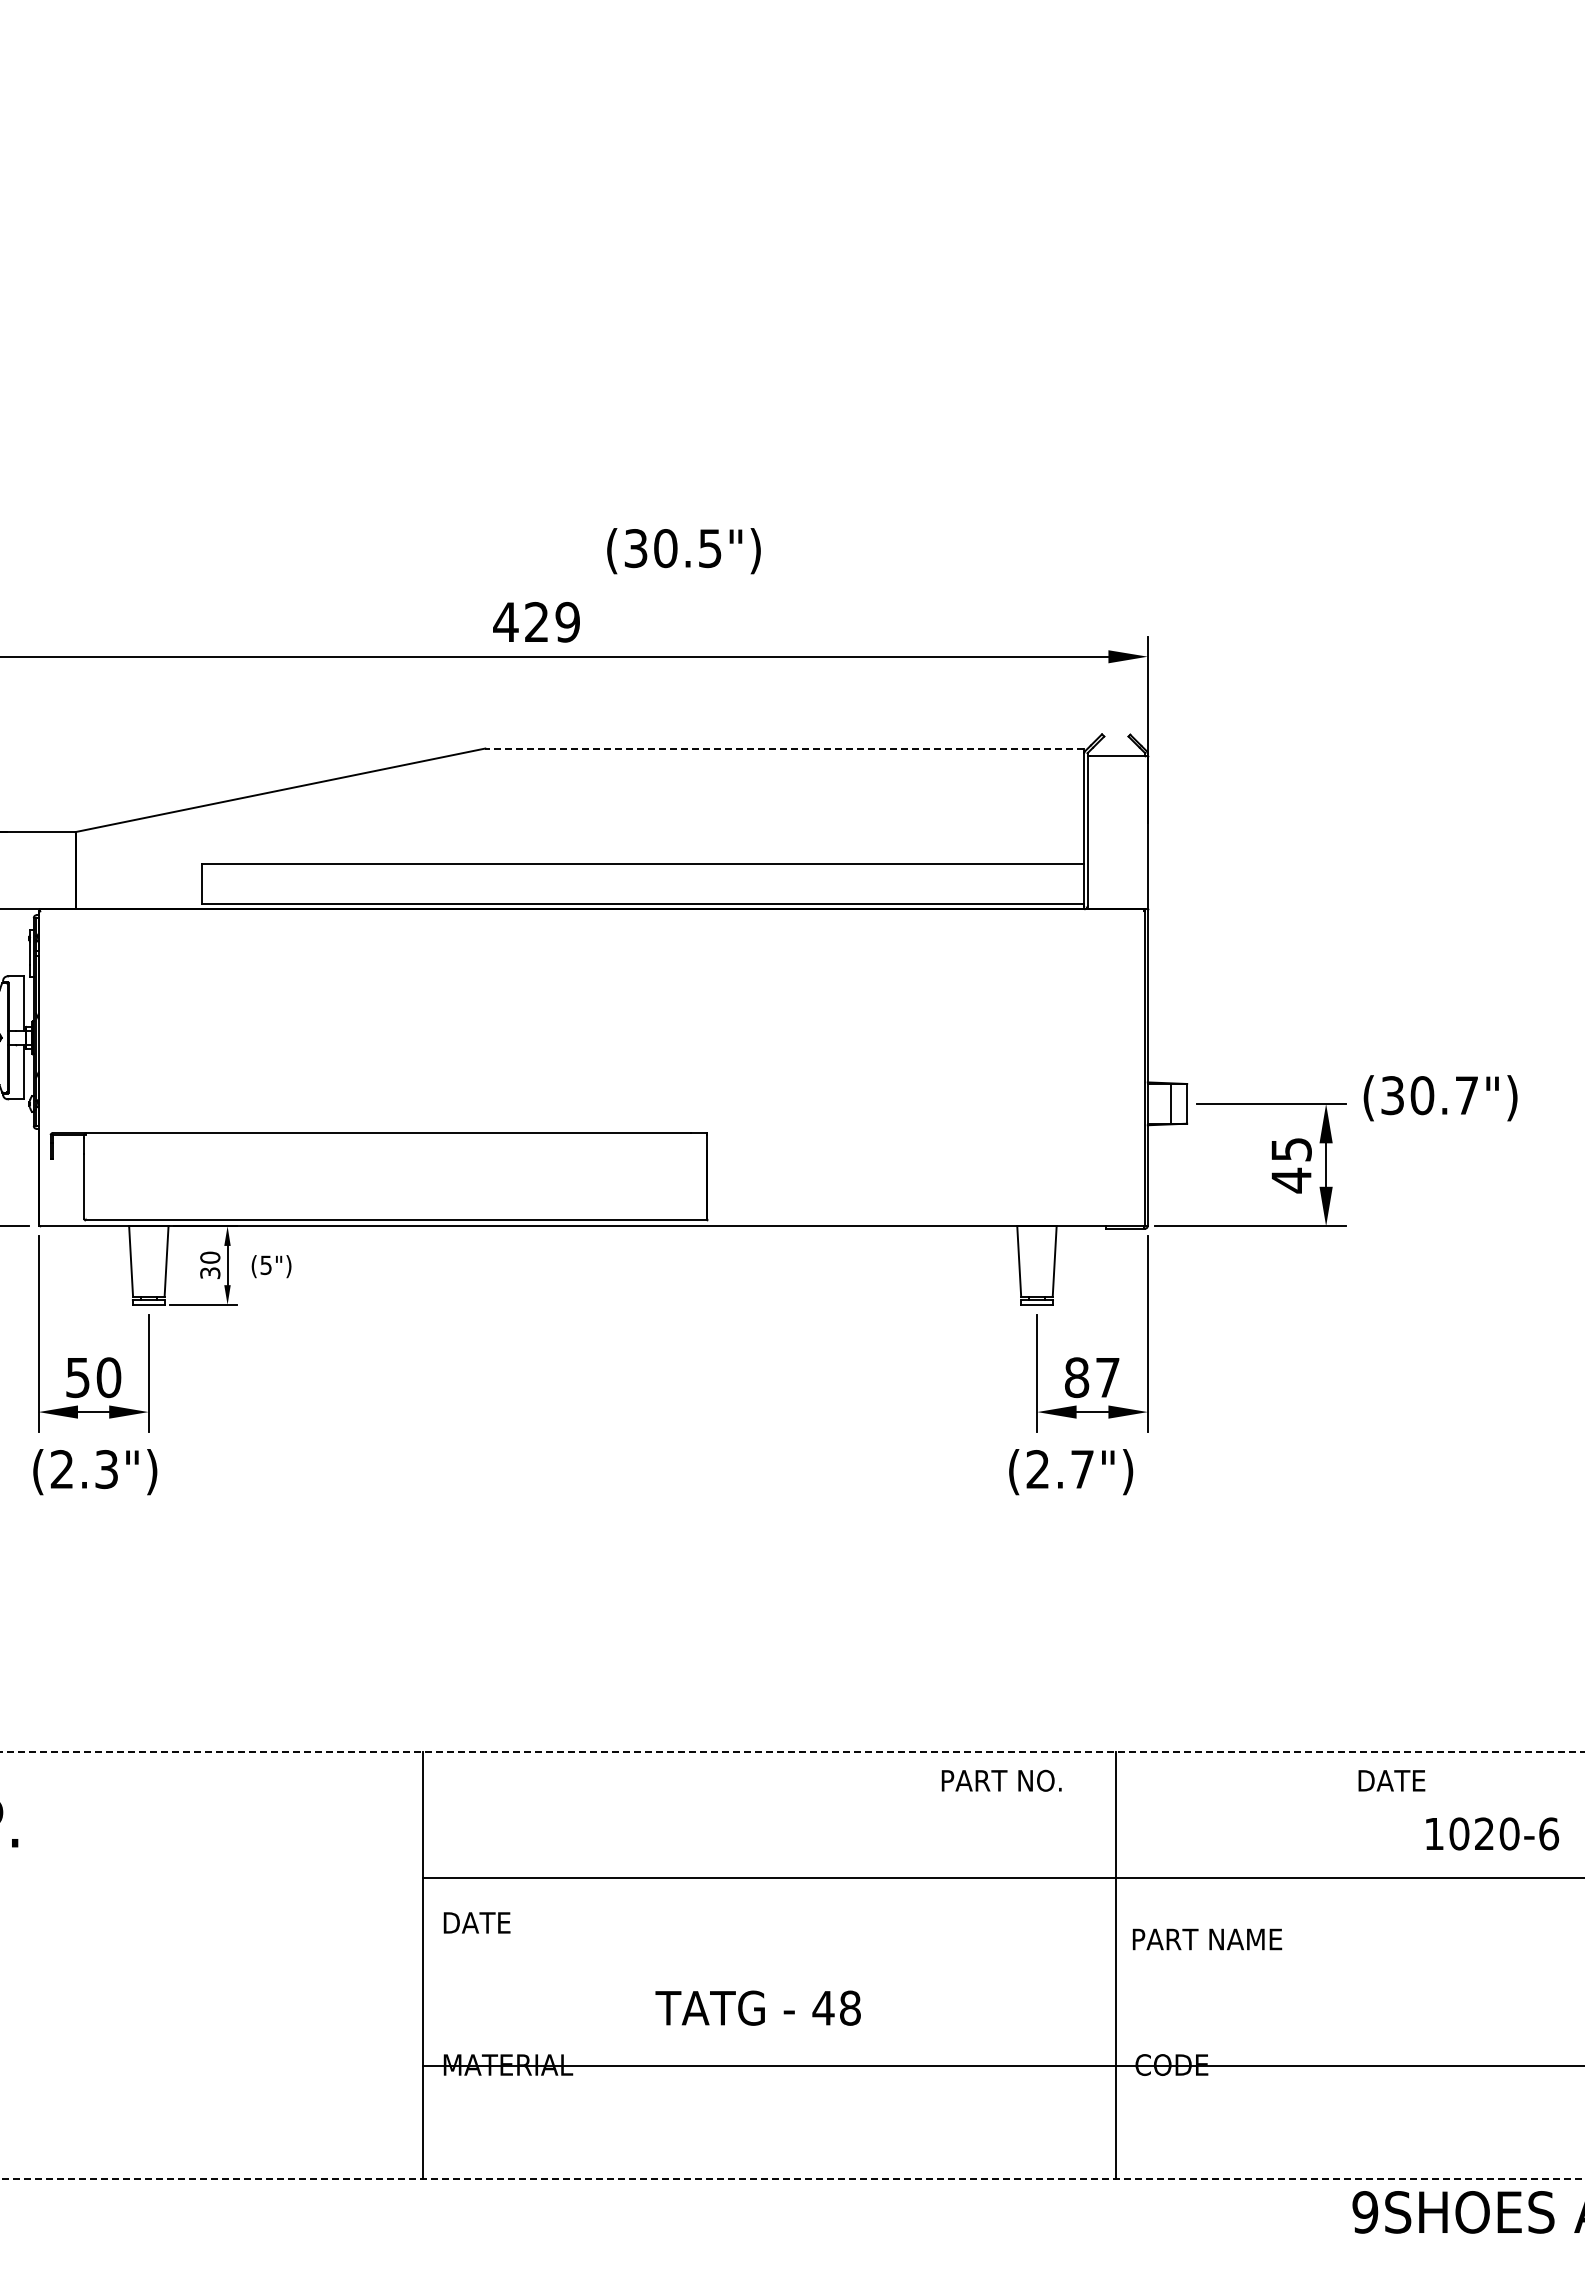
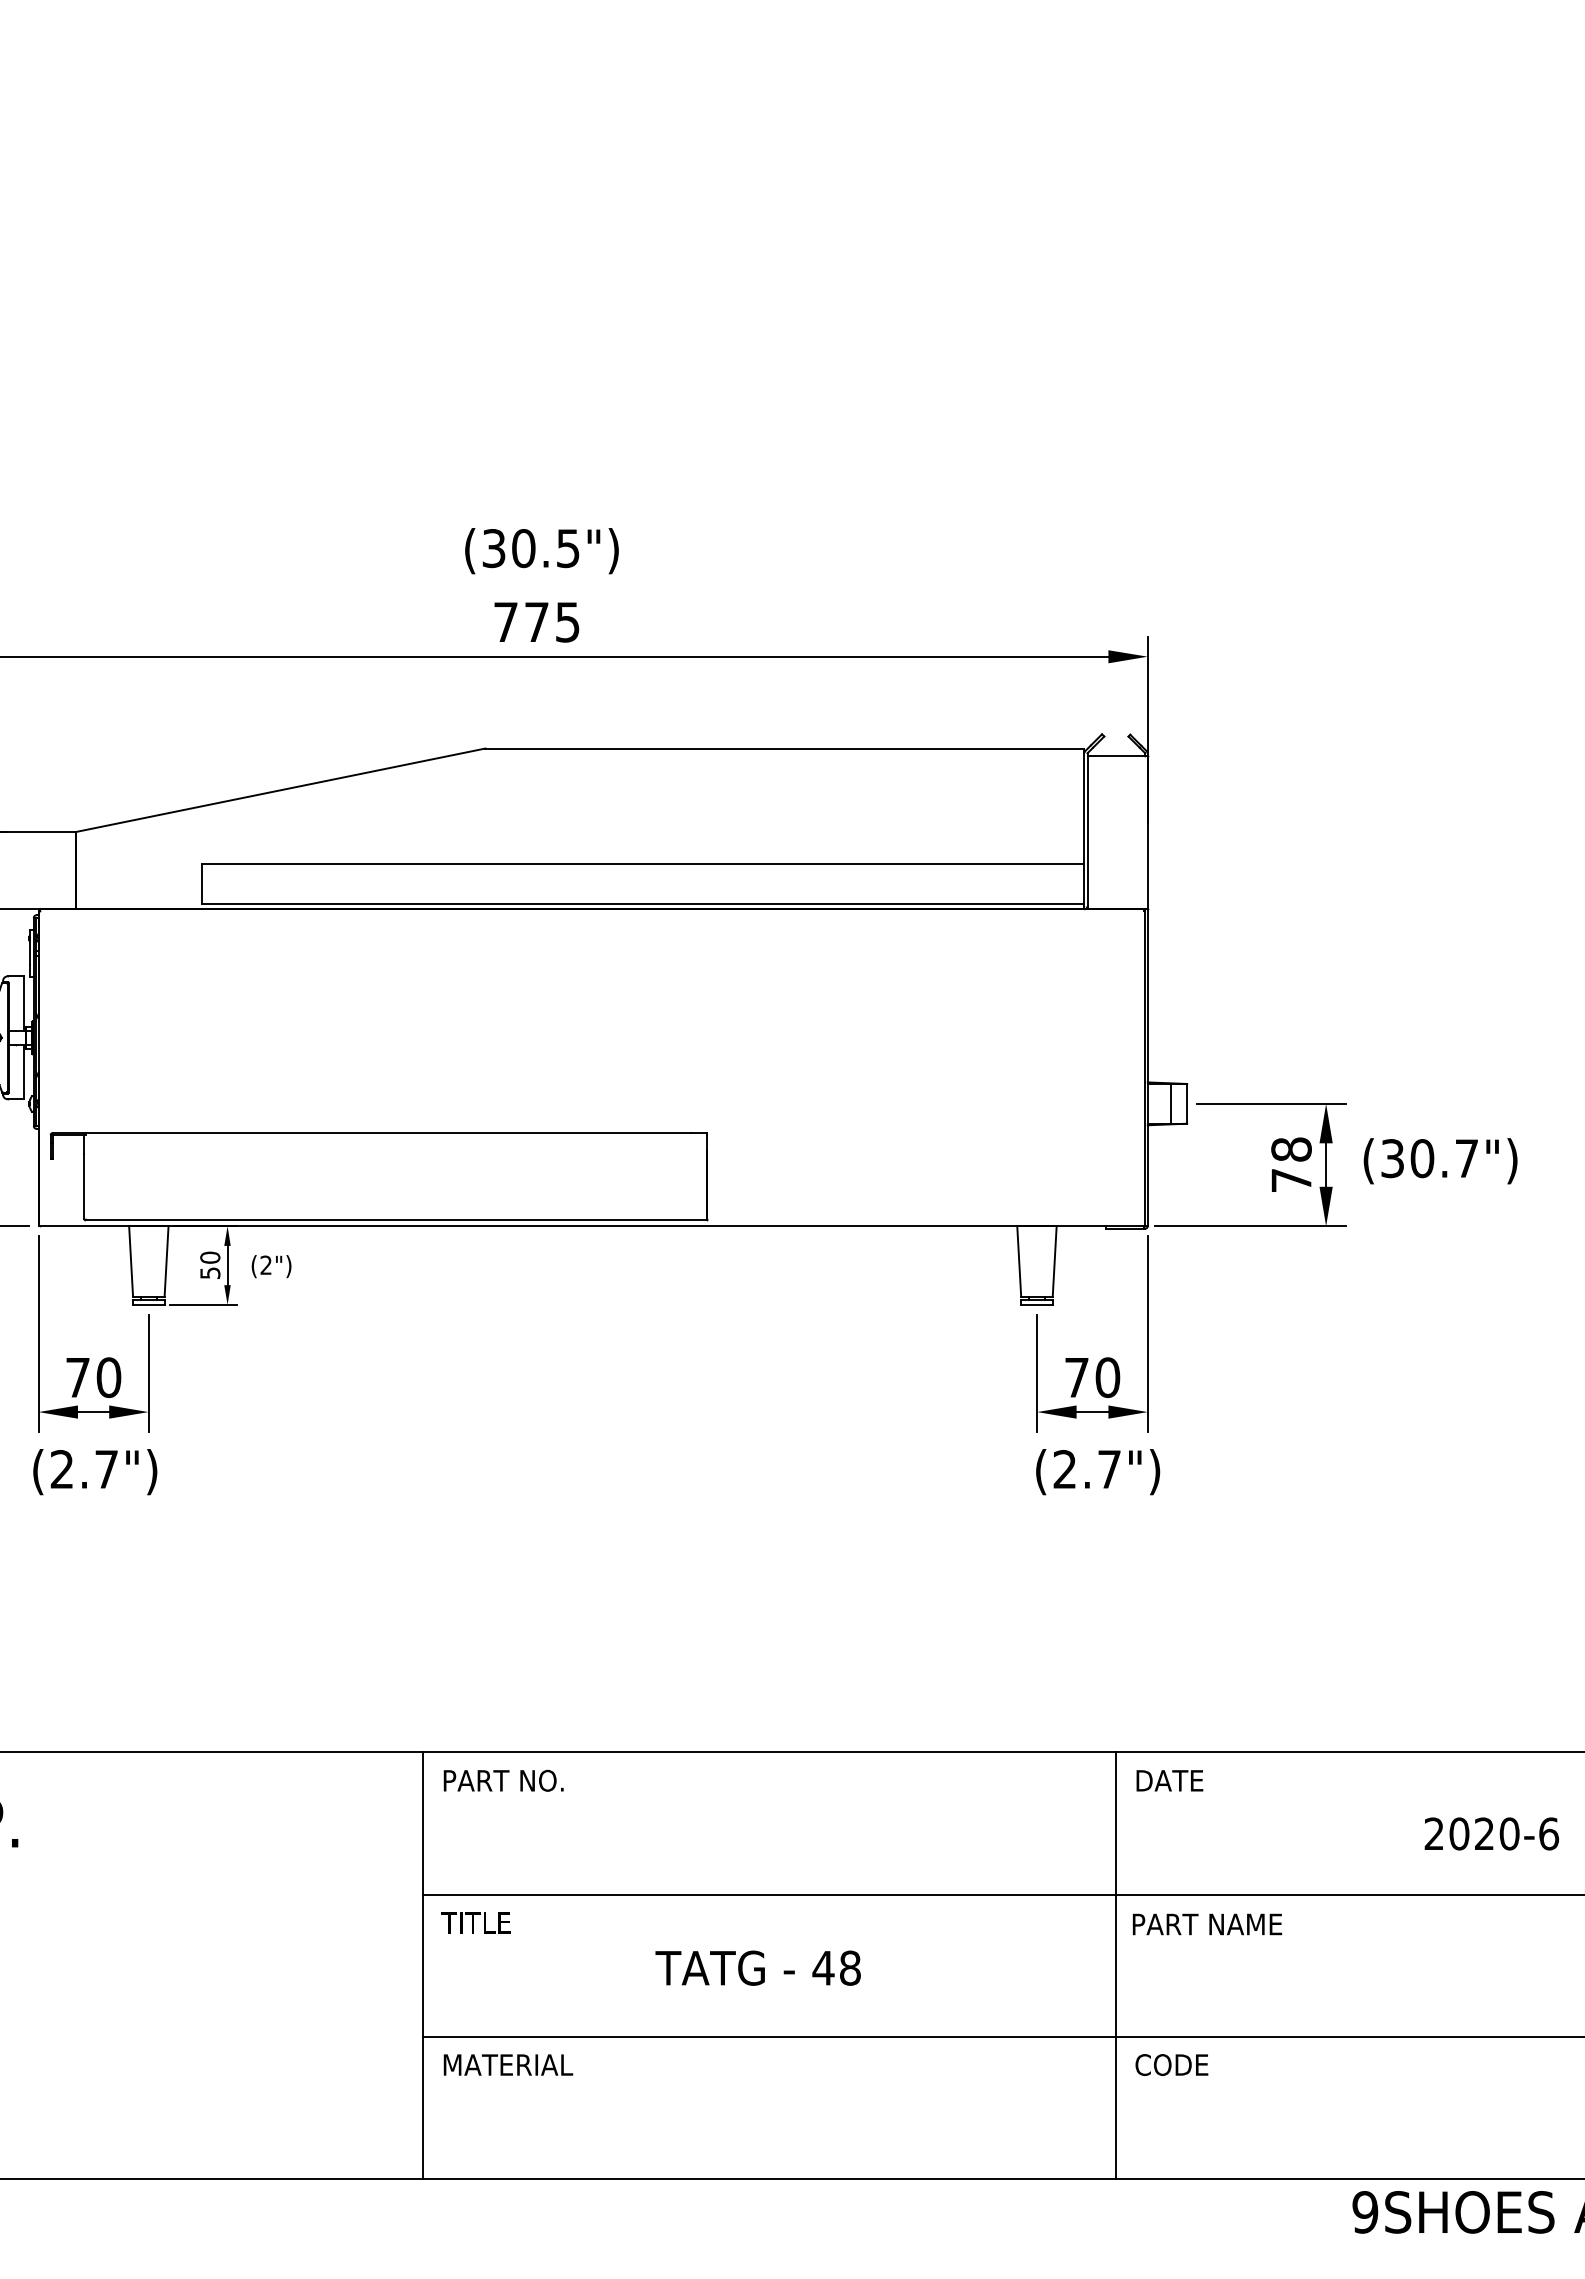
text at (683, 551) position: (683, 551) -> (541, 551)
text at (536, 622): 429 -> 775
line at (784, 748): dashed -> solid
text at (1440, 1098) position: (1440, 1098) -> (1440, 1161)
text at (1291, 1165): 45 -> 78
text at (265, 1265): (5") -> (2")
text at (209, 1272): 30 -> 50
text at (1092, 1377): 87 -> 70
text at (77, 1378): 50 -> 70
text at (106, 1469): (2.3") -> (2.7")
text at (1071, 1472) position: (1071, 1472) -> (1098, 1472)
line at (792, 1752): dashed -> solid
text at (1001, 1780) position: (1001, 1780) -> (503, 1780)
text at (1391, 1780) position: (1391, 1780) -> (1169, 1780)
text at (1433, 1833): 1020-6 -> 2020-6
line at (1002, 1877) position: (1002, 1877) -> (1002, 1894)
text at (475, 1922): DATE -> TITLE
text at (1207, 1939) position: (1207, 1939) -> (1207, 1924)
text at (757, 2007) position: (757, 2007) -> (757, 1967)
line at (1002, 2065) position: (1002, 2065) -> (1002, 2036)
line at (792, 2178): dashed -> solid
